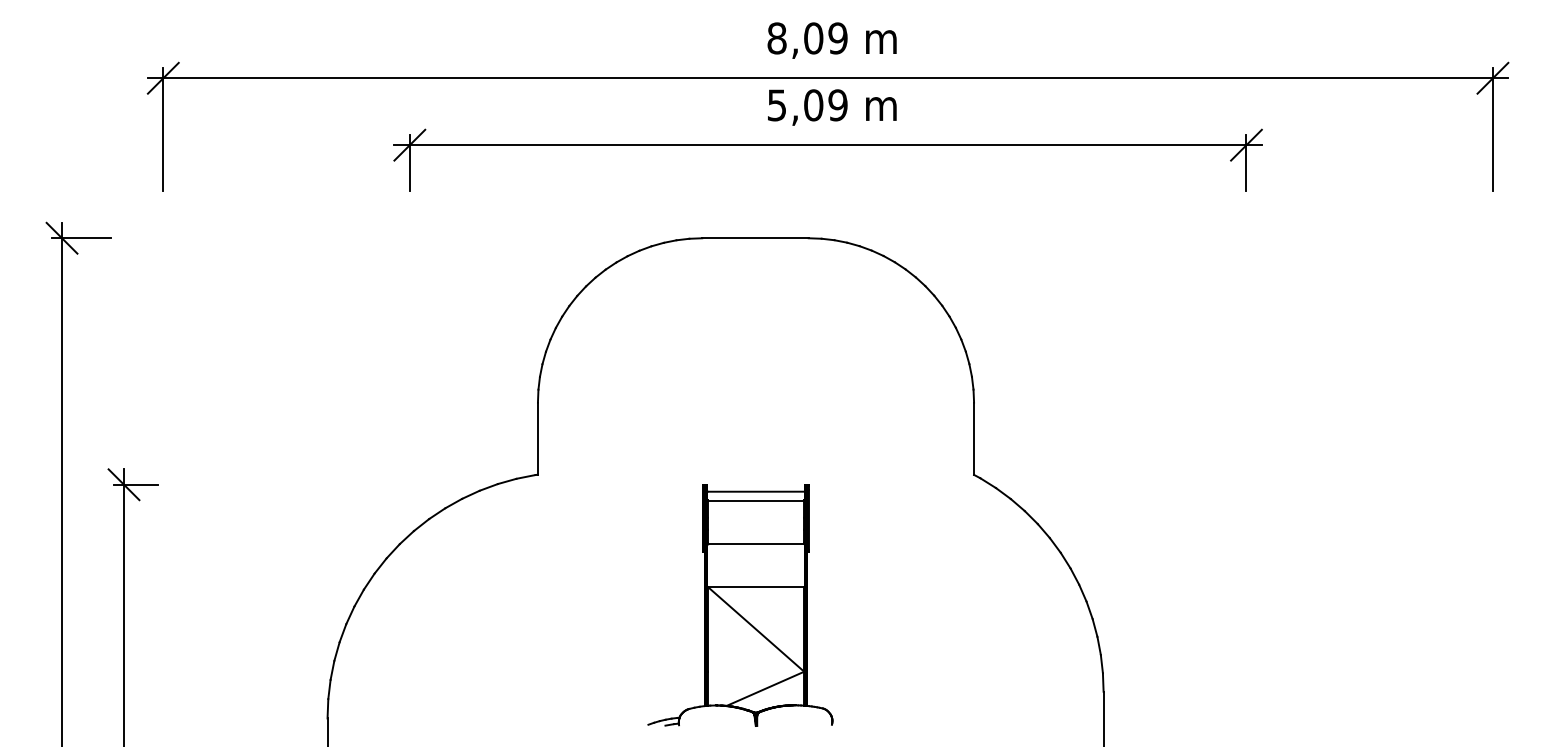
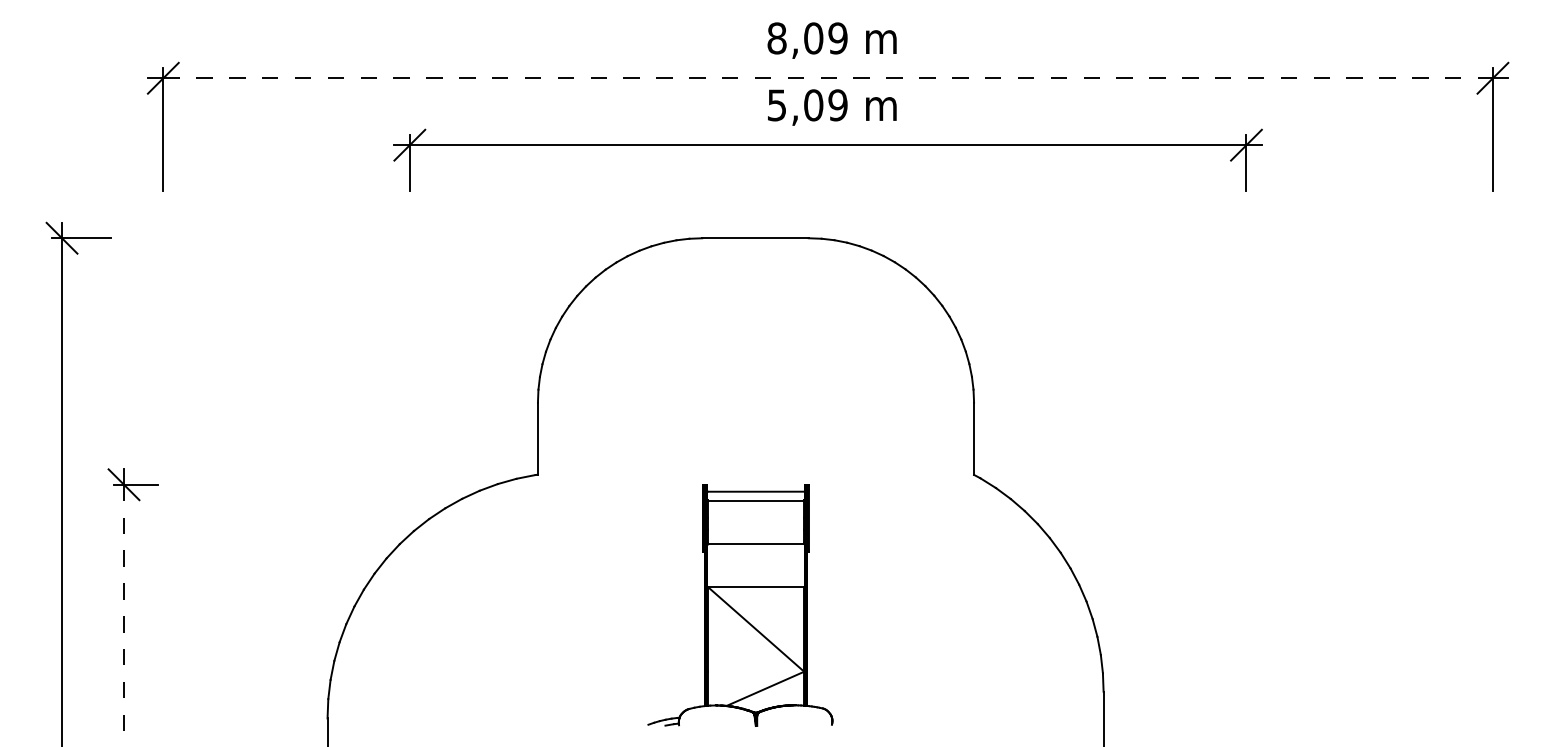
line at (828, 78): solid -> dashed
line at (124, 615): solid -> dashed
